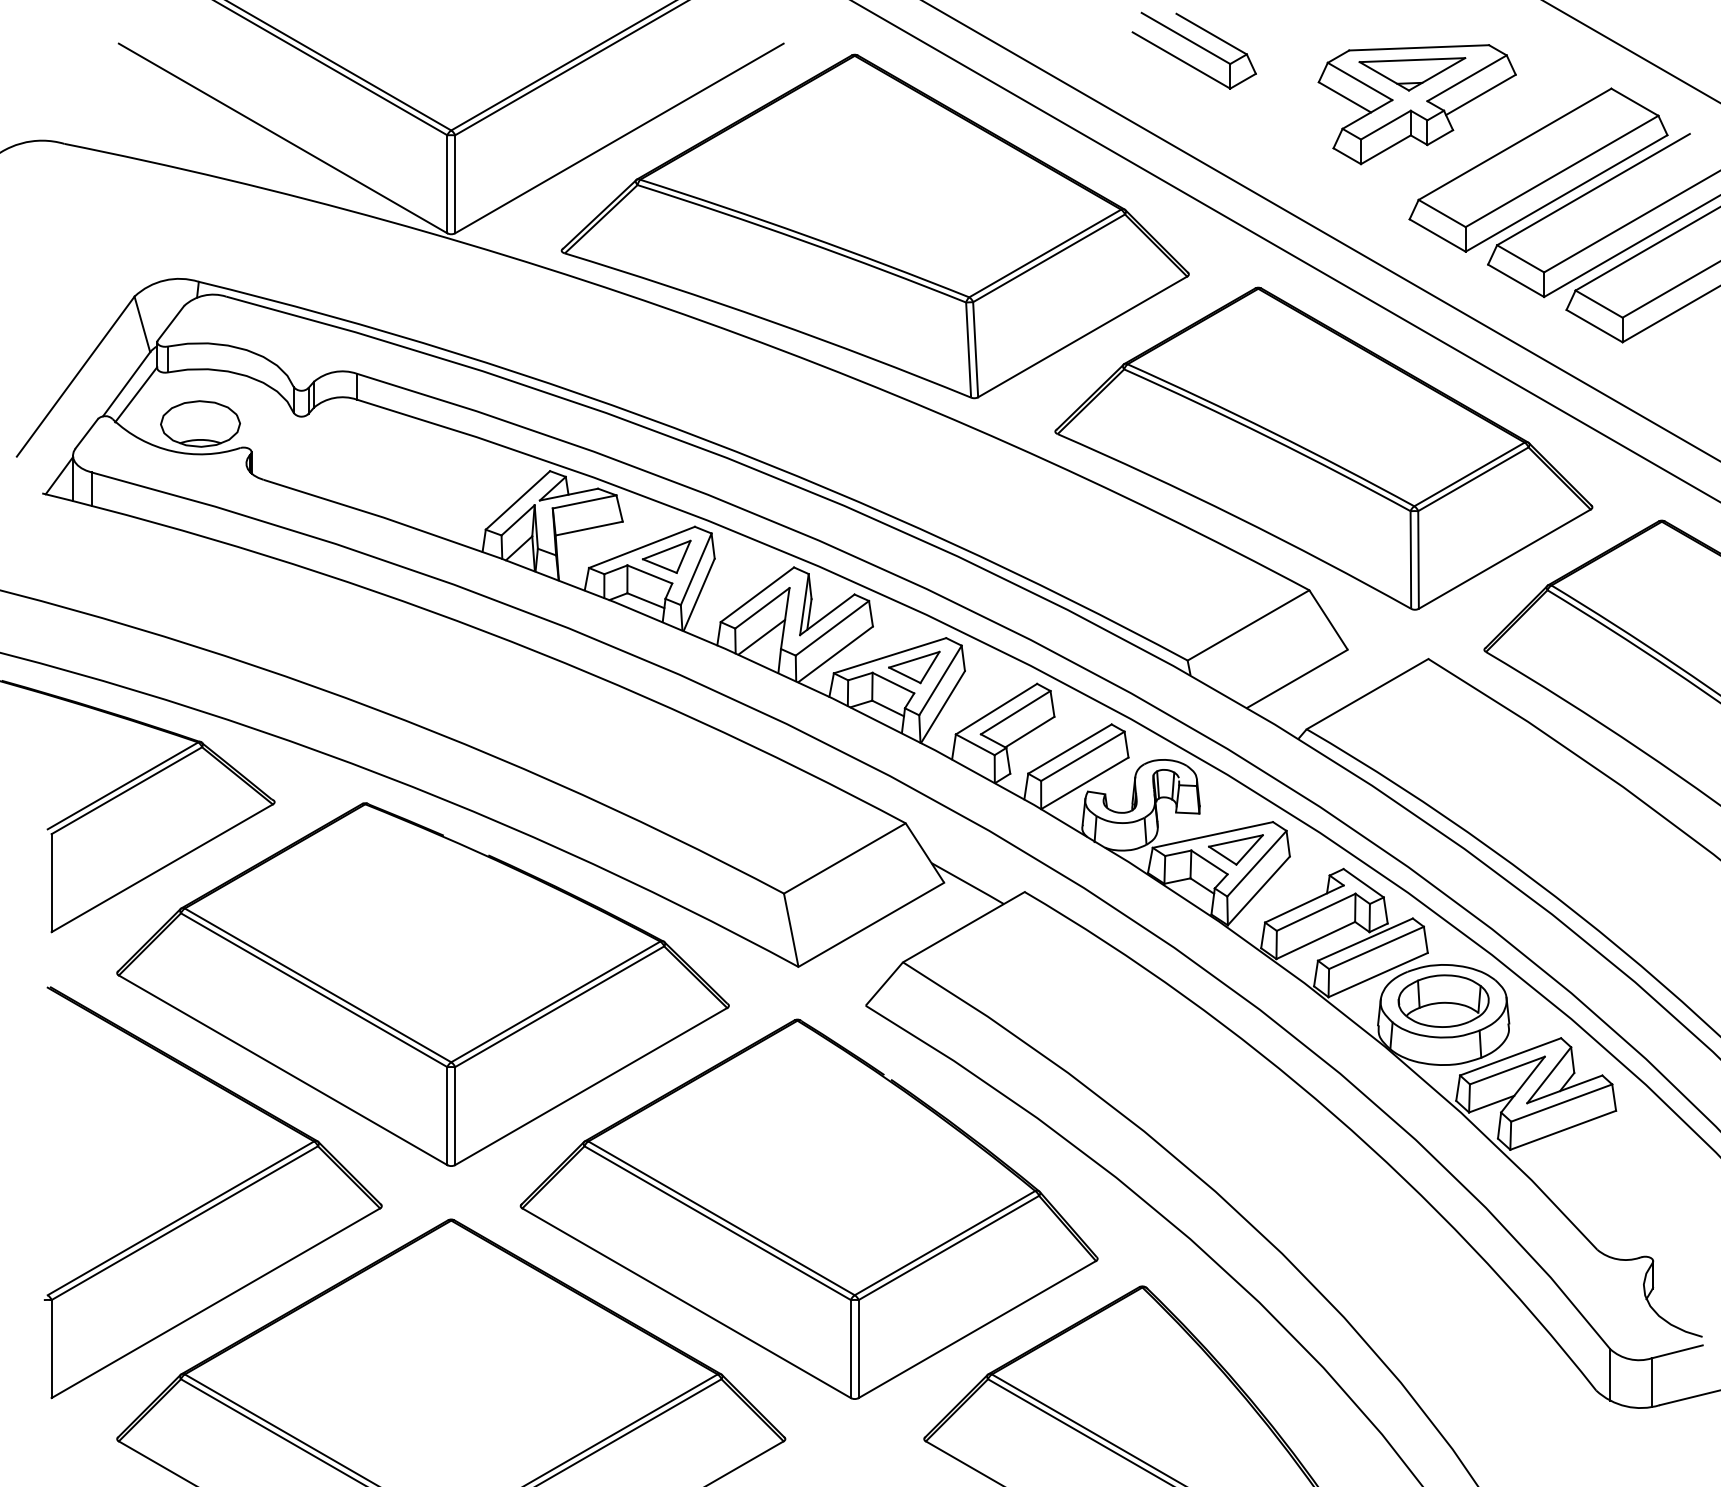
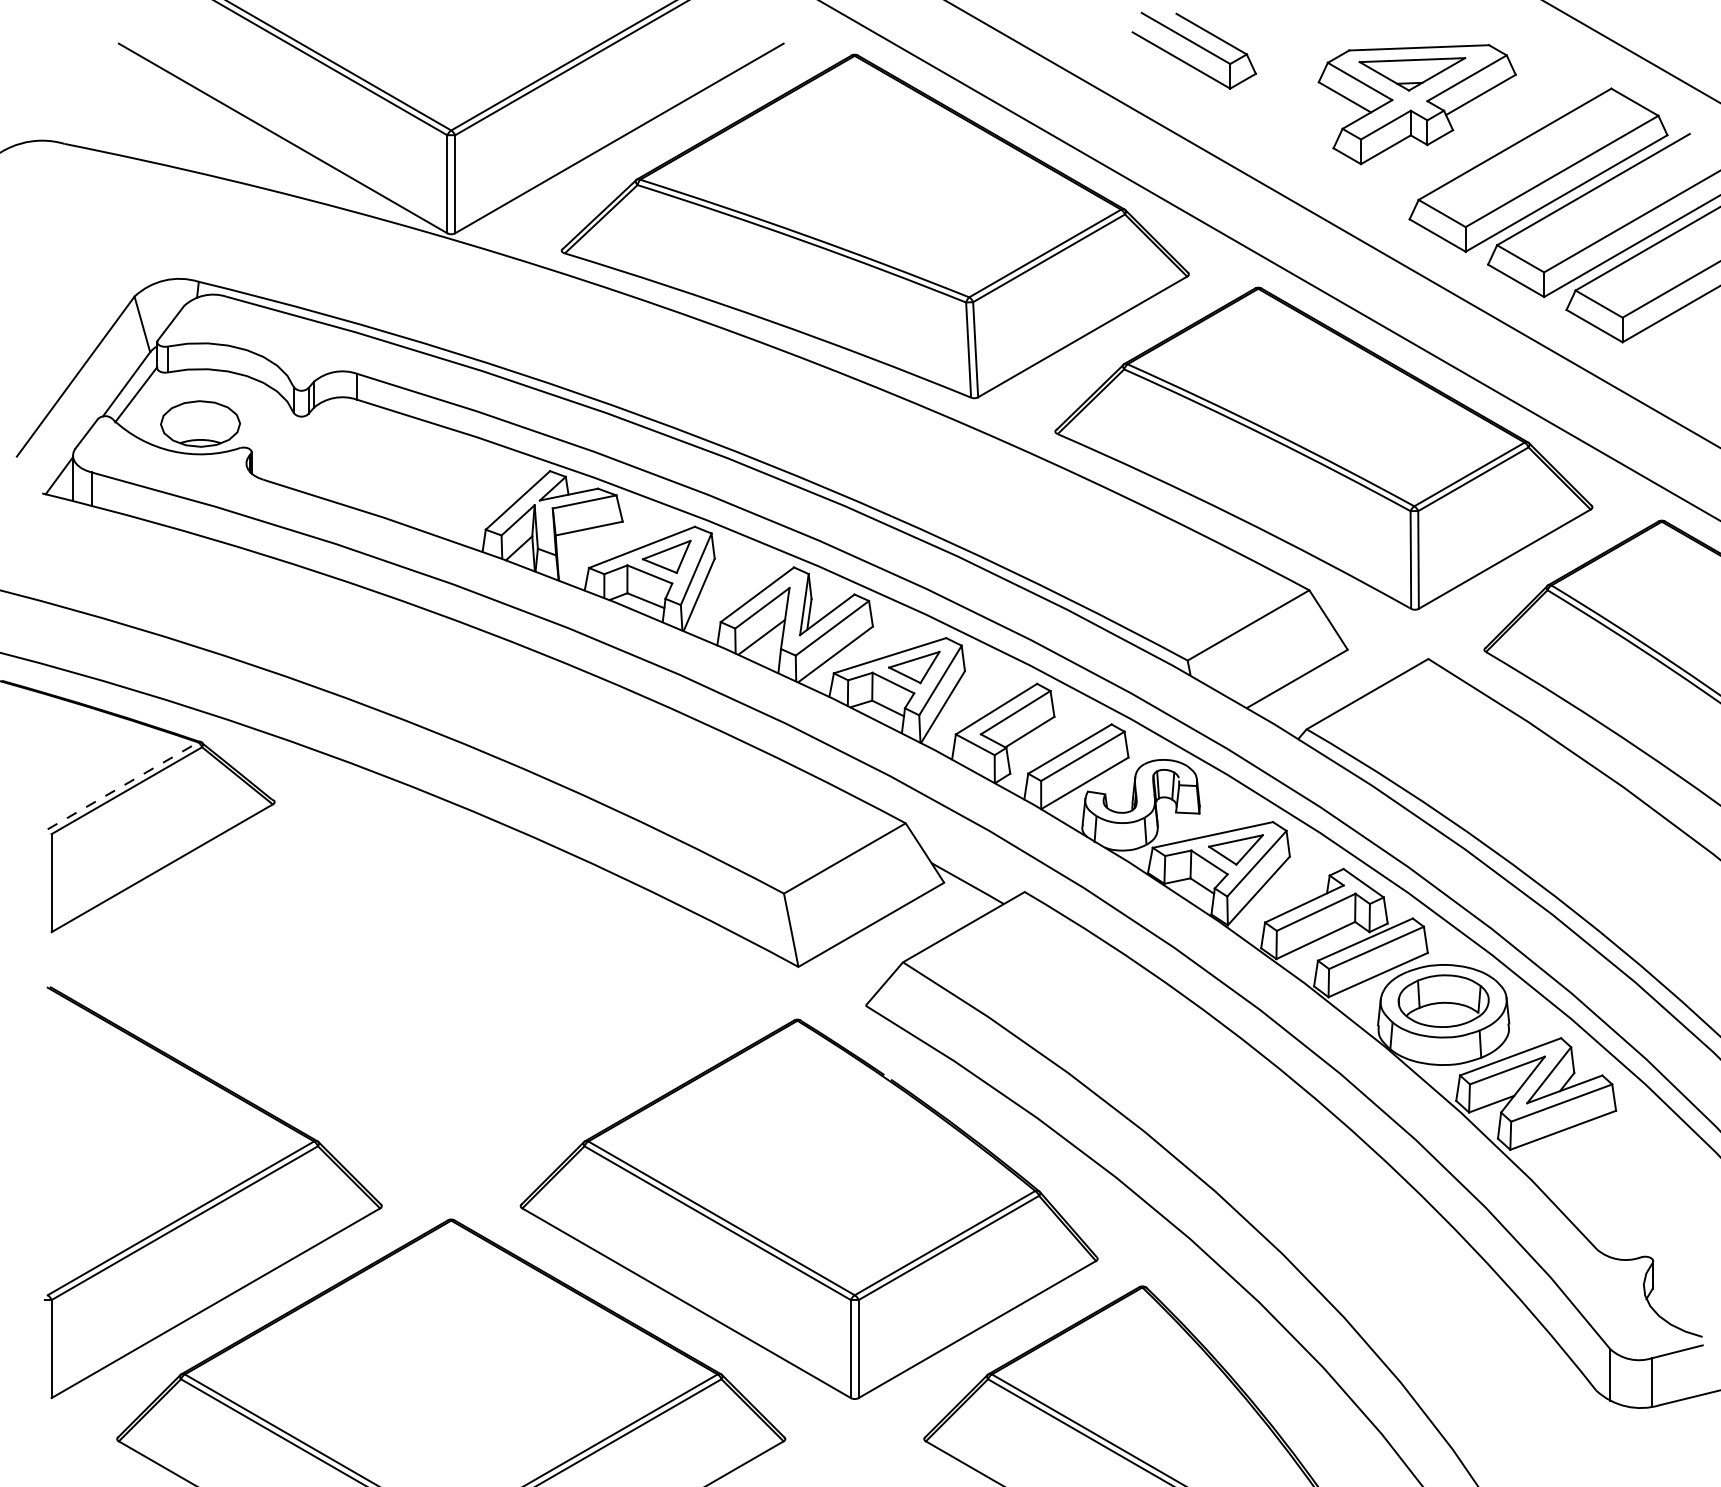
line at (1320, 231) position: (1320, 231) -> (1332, 224)
line at (1285, 251) position: (1285, 251) -> (1269, 260)
line at (123, 785): solid -> dashed
part at (422, 984): present -> none
